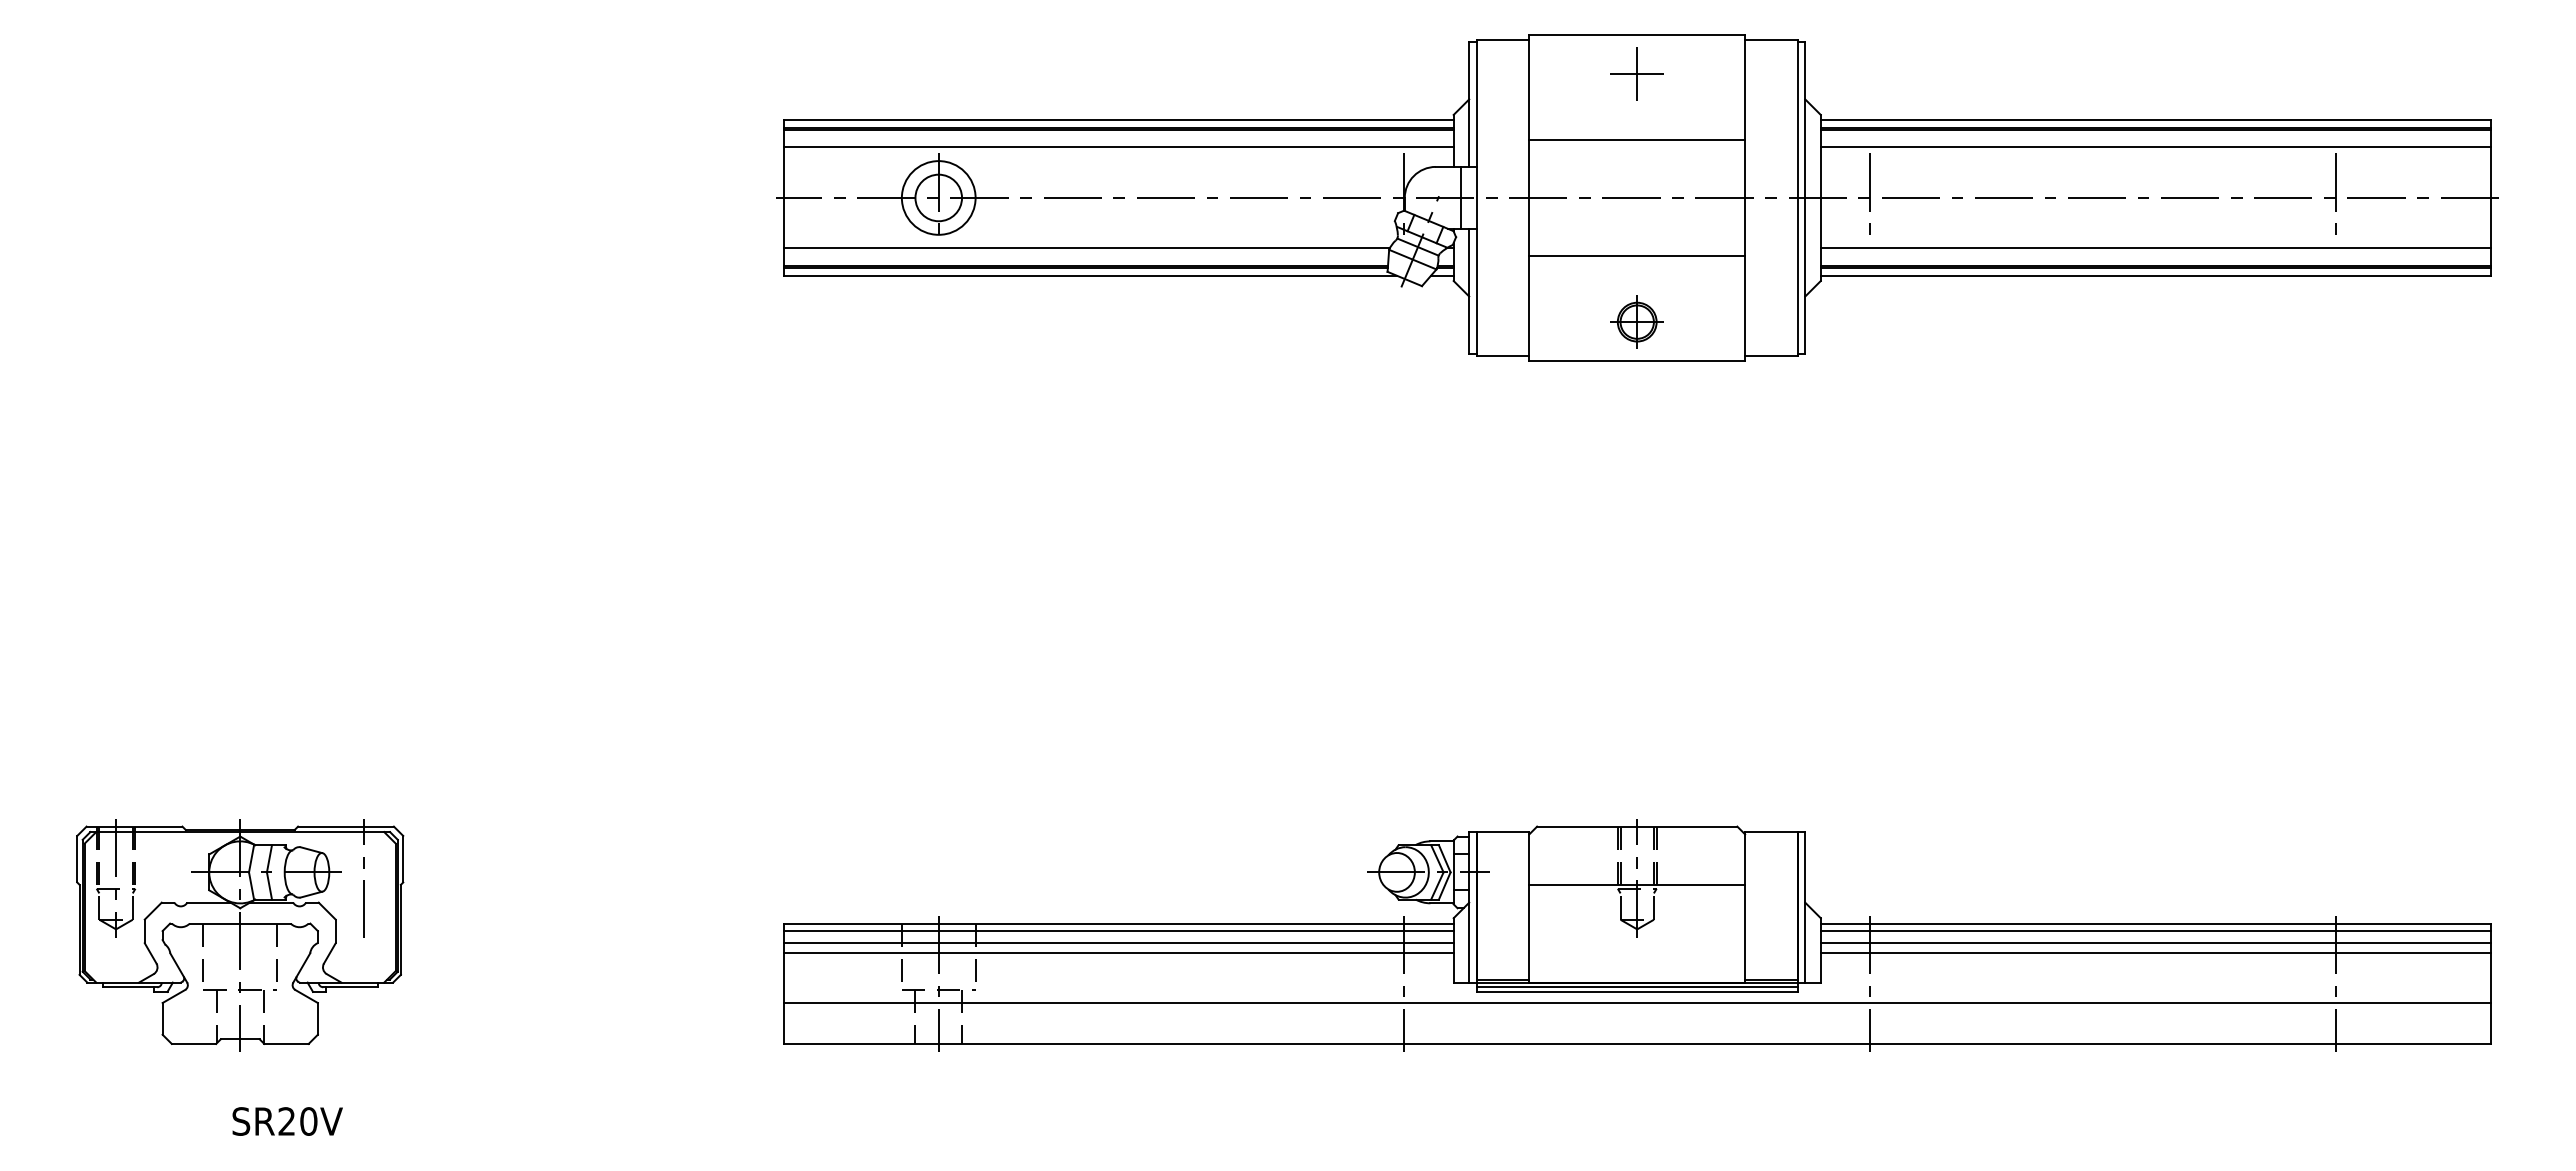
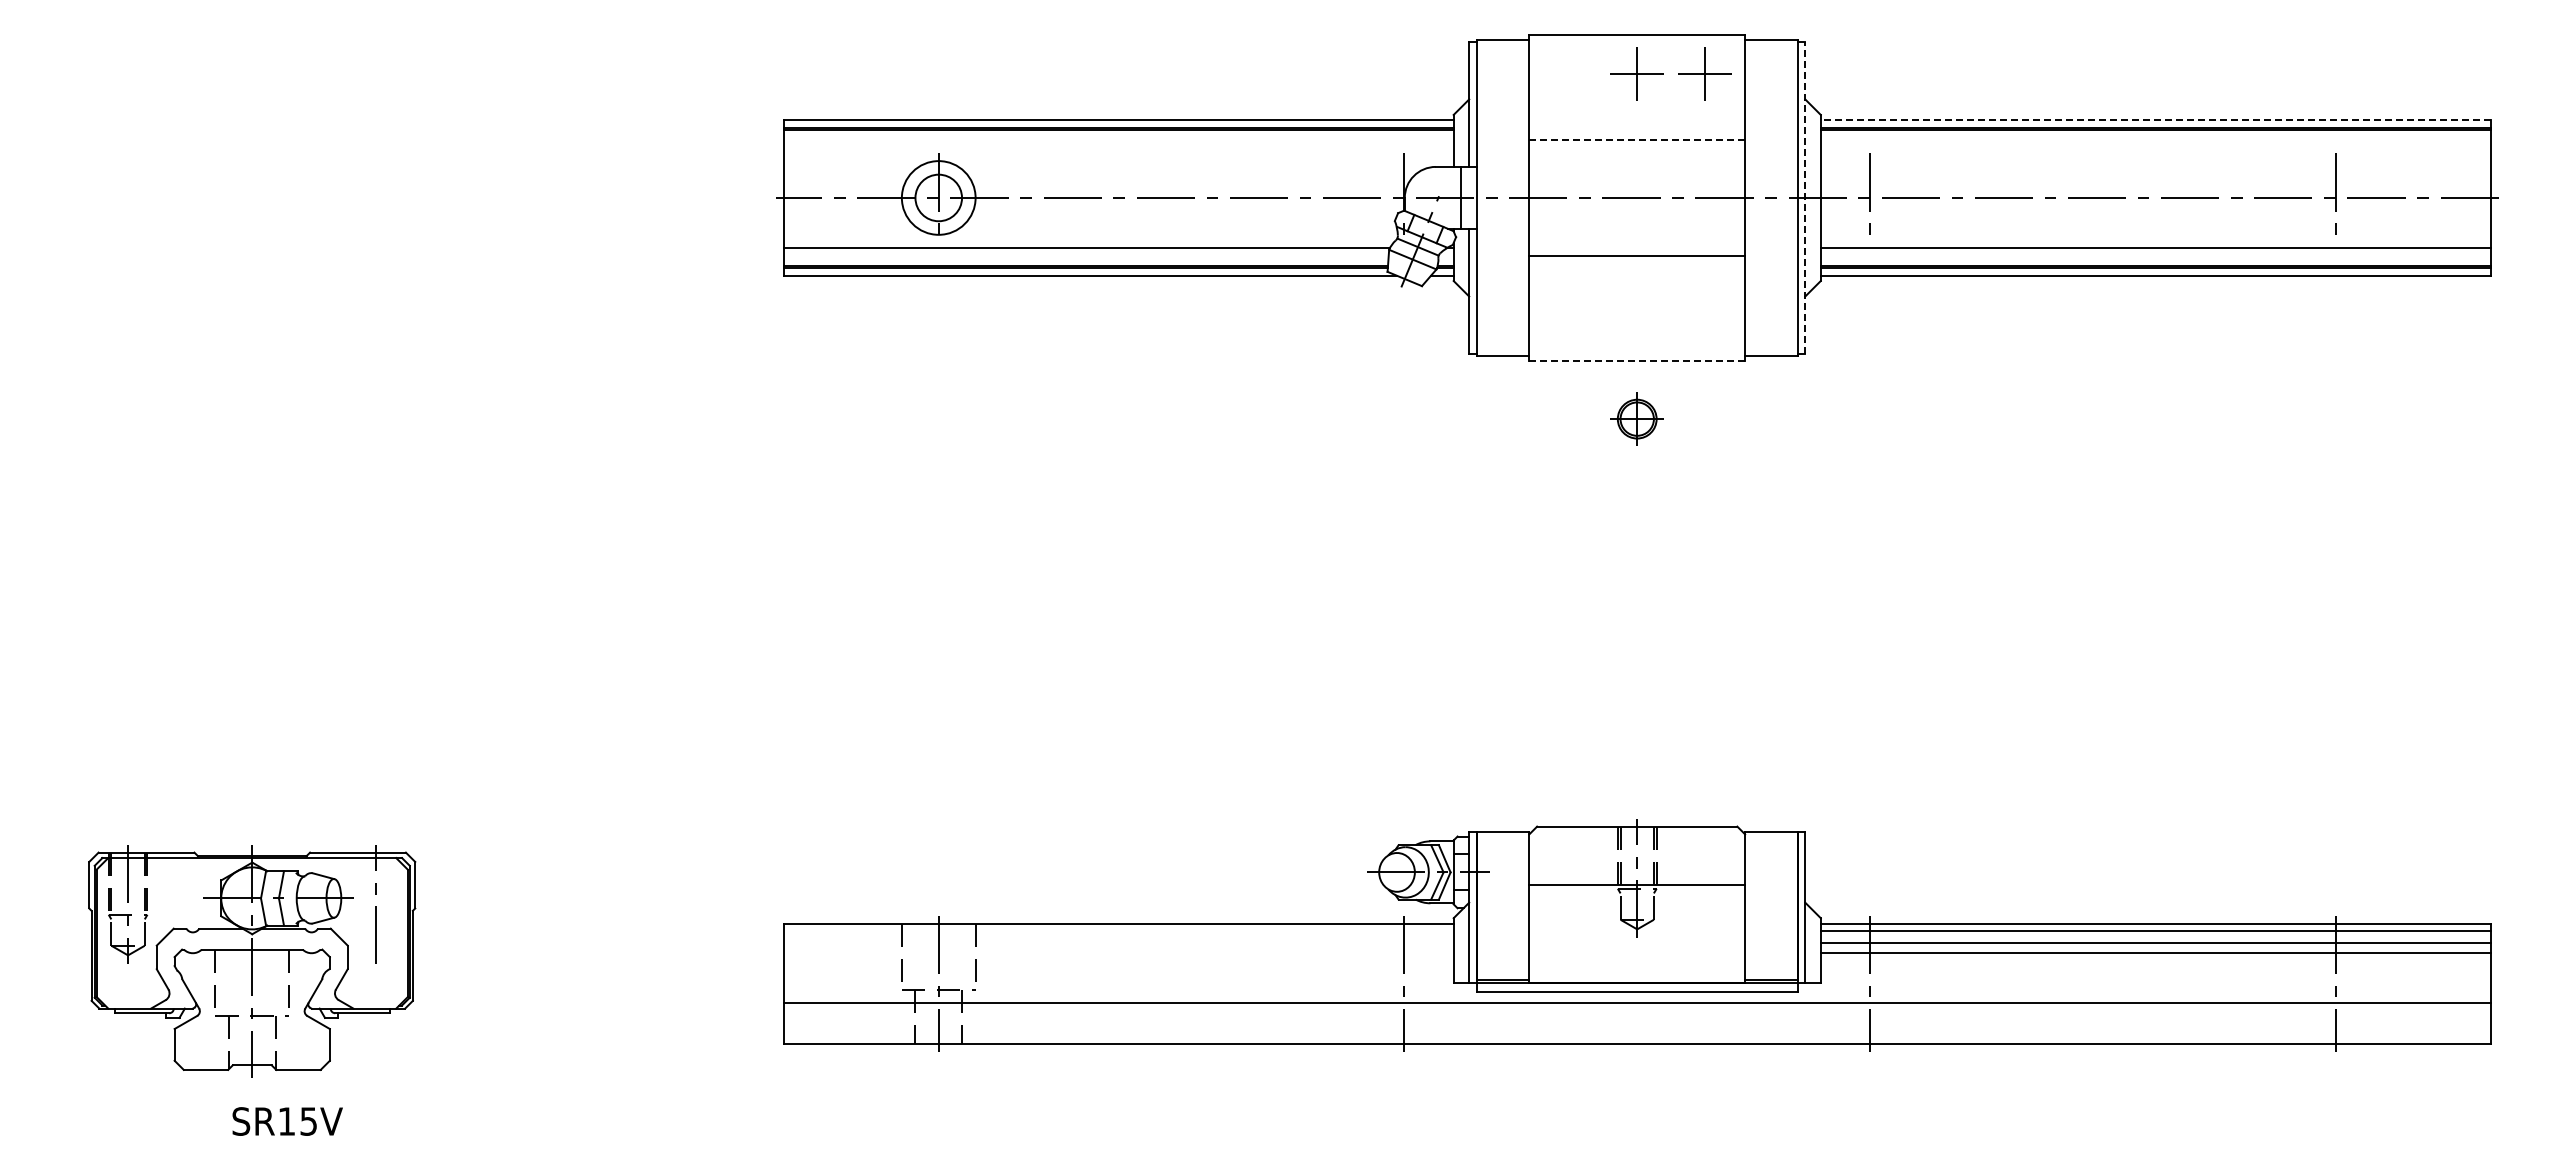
part at (1704, 73): none -> present
line at (2155, 120): solid -> dashed
line at (1637, 140): solid -> dashed
line at (1118, 147): present -> none
line at (2155, 147): present -> none
line at (1805, 197): solid -> dashed
part at (1636, 321) position: (1636, 321) -> (1636, 418)
line at (1637, 360): solid -> dashed
line at (1118, 931): present -> none
part at (240, 935) position: (240, 935) -> (252, 961)
line at (1118, 943): present -> none
line at (1118, 953): present -> none
line at (1636, 987): present -> none
text at (297, 1121): SR20V -> SR15V
